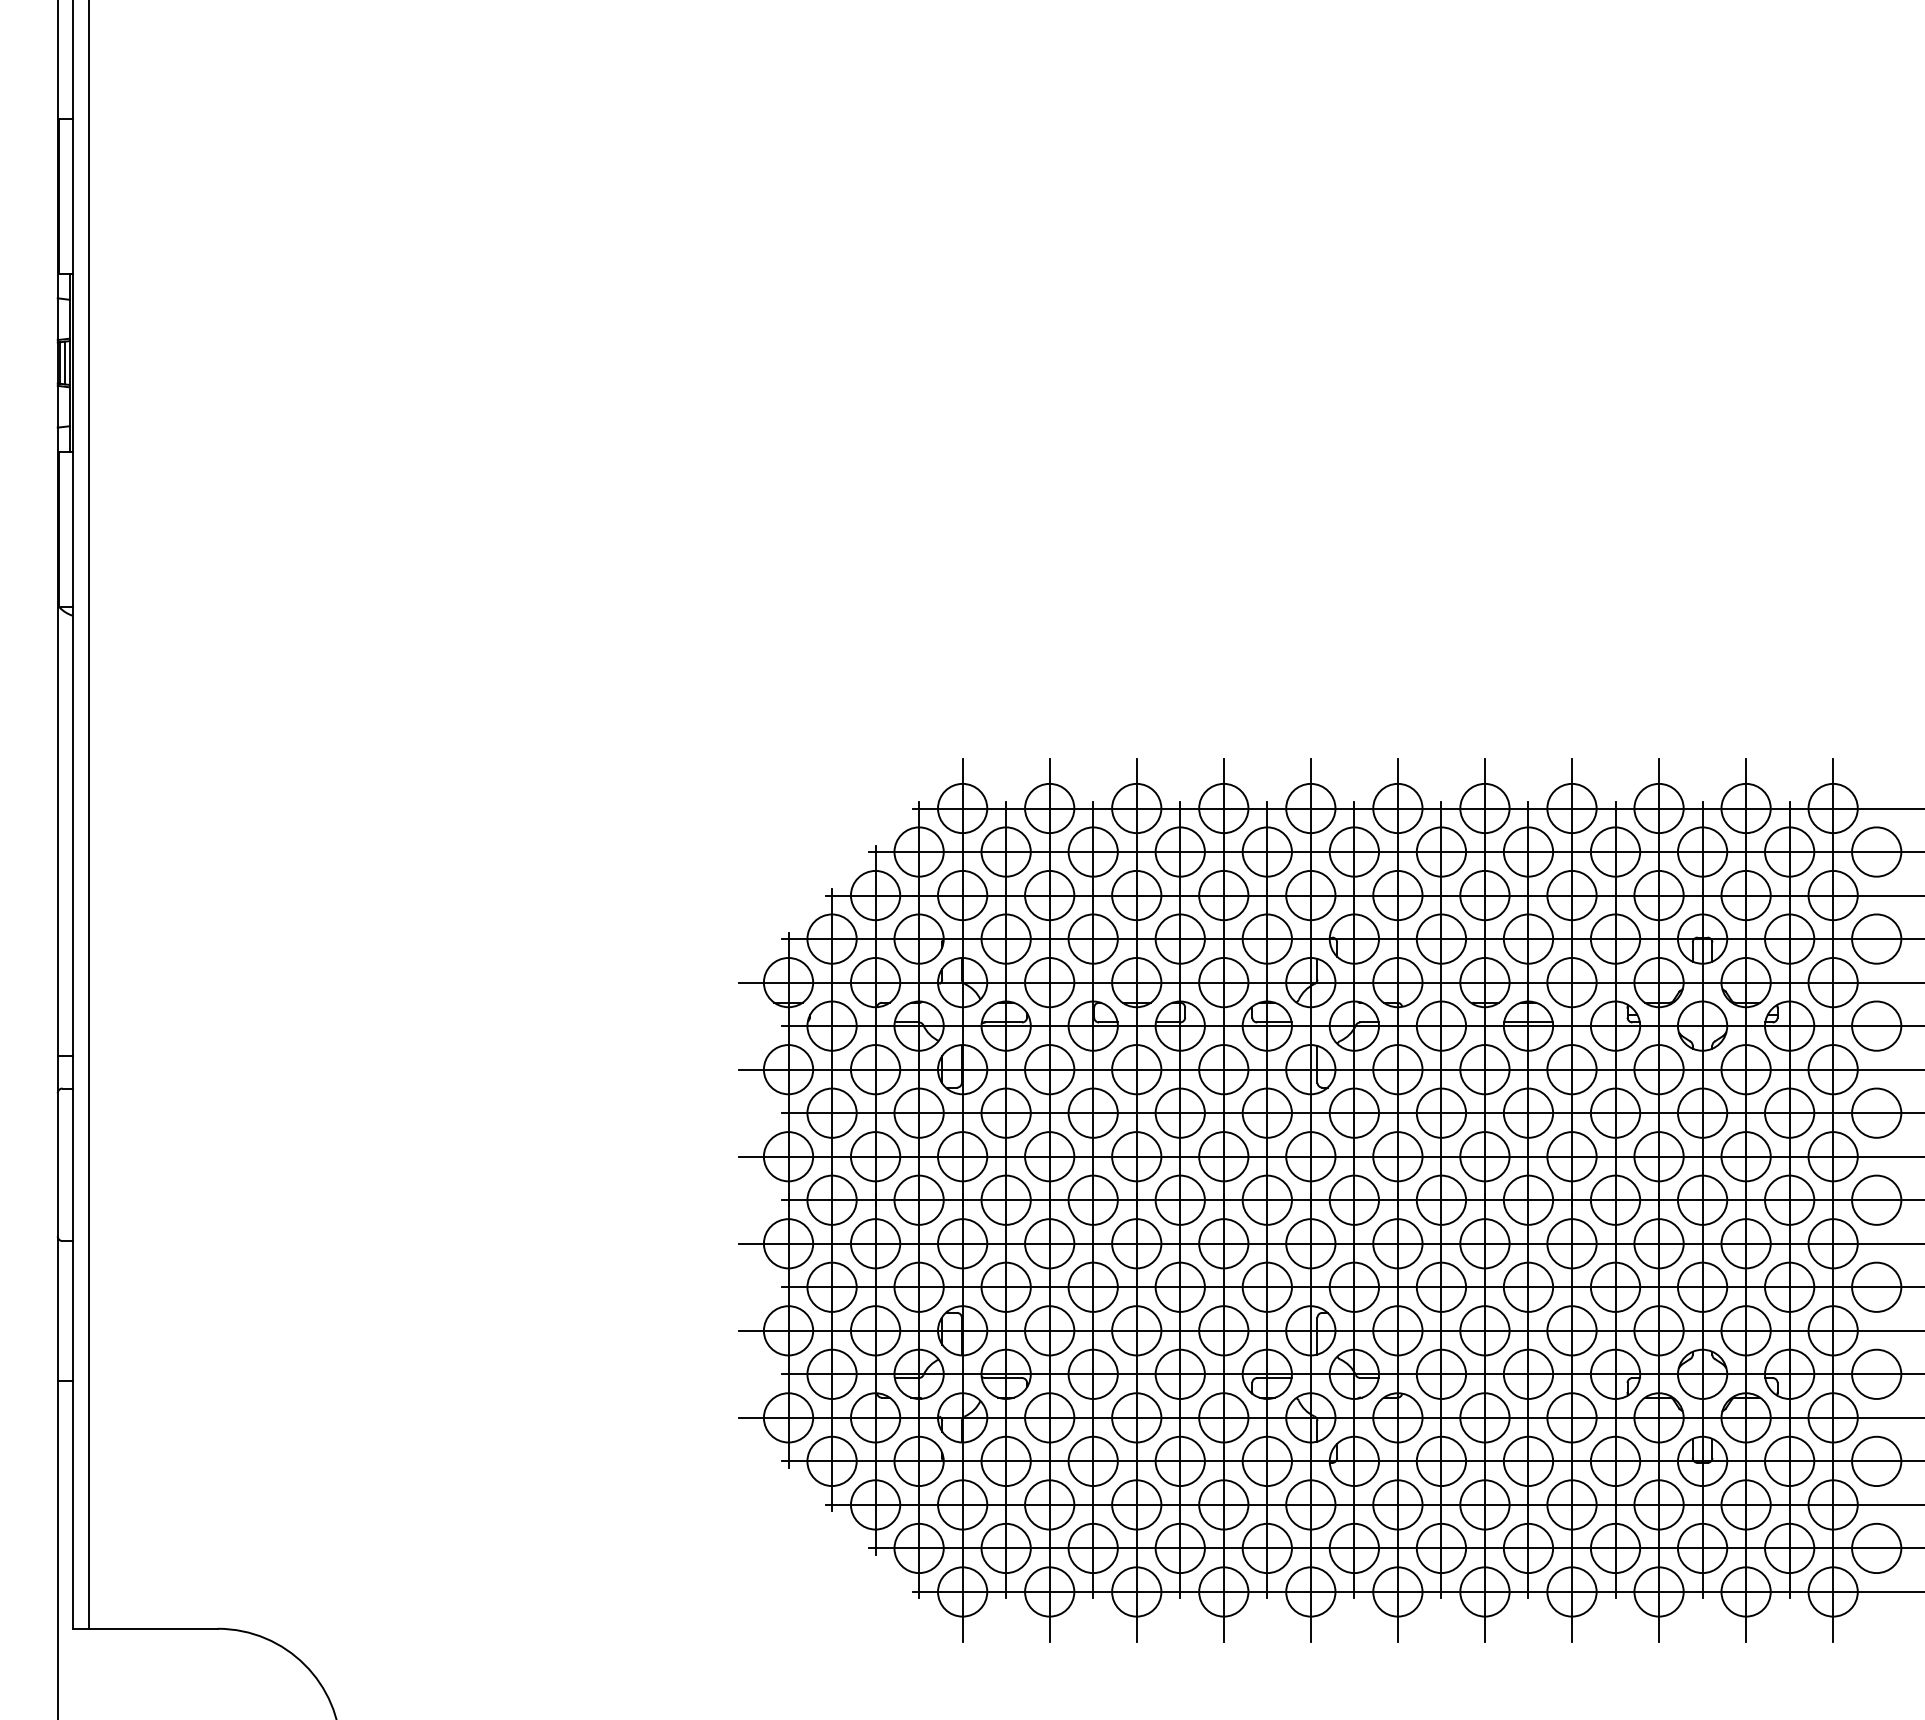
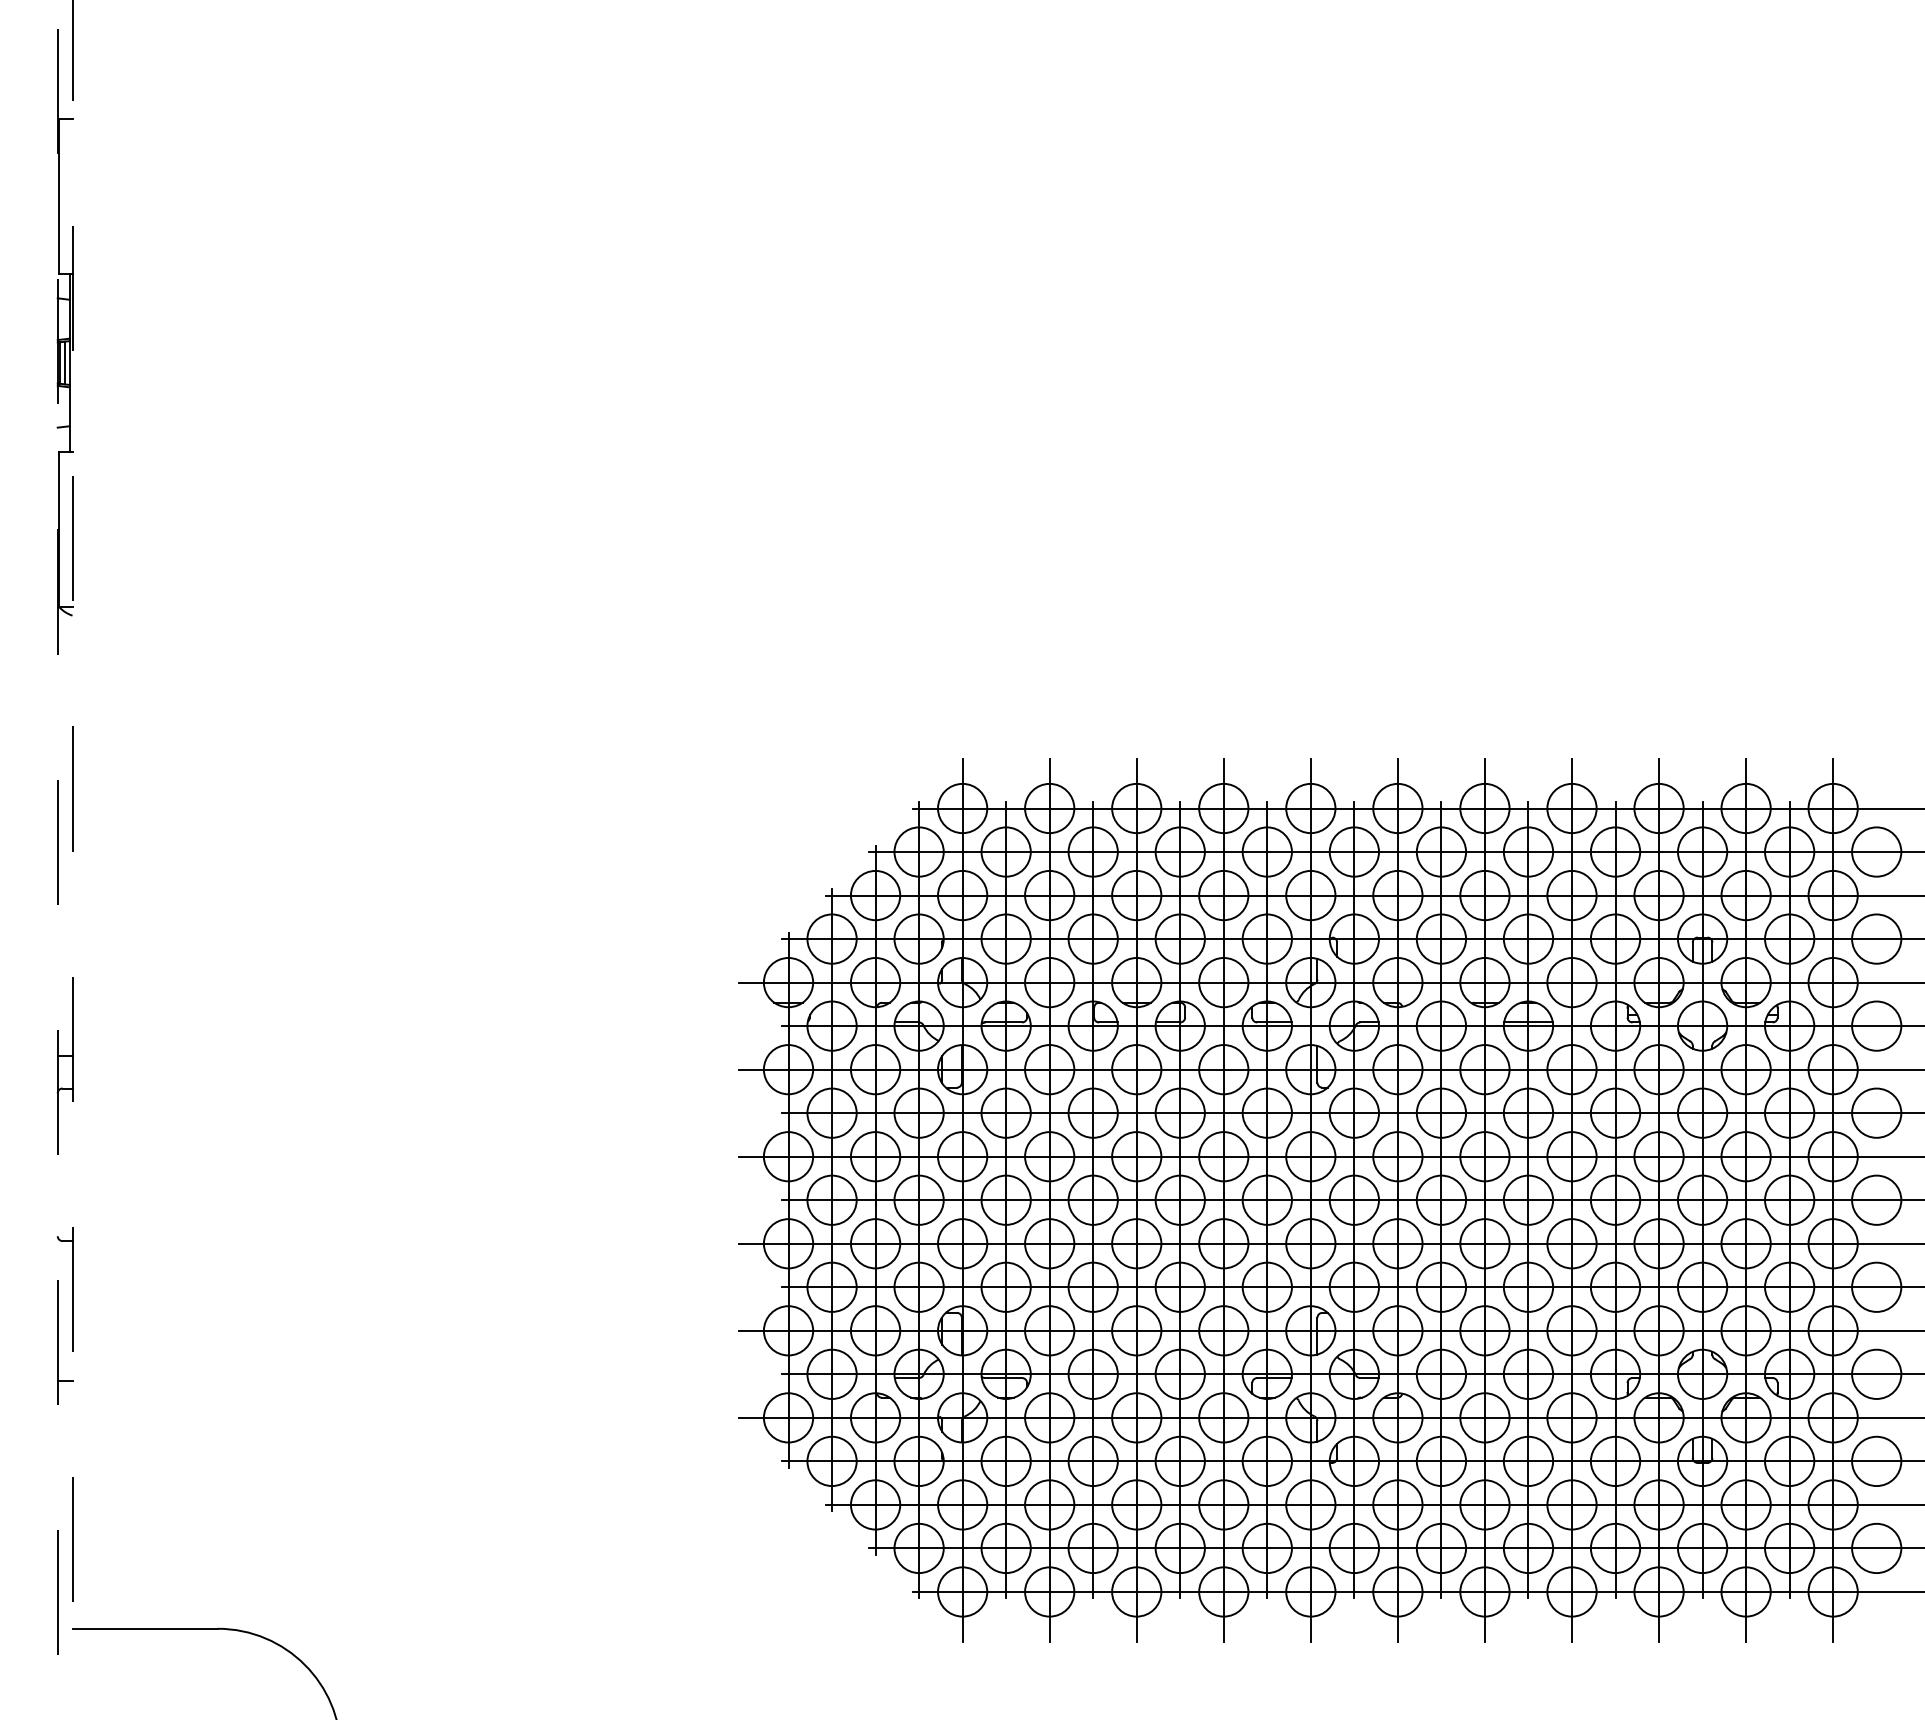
line at (72, 814): solid -> dashed
line at (89, 815): present -> none
line at (57, 860): solid -> dashed
